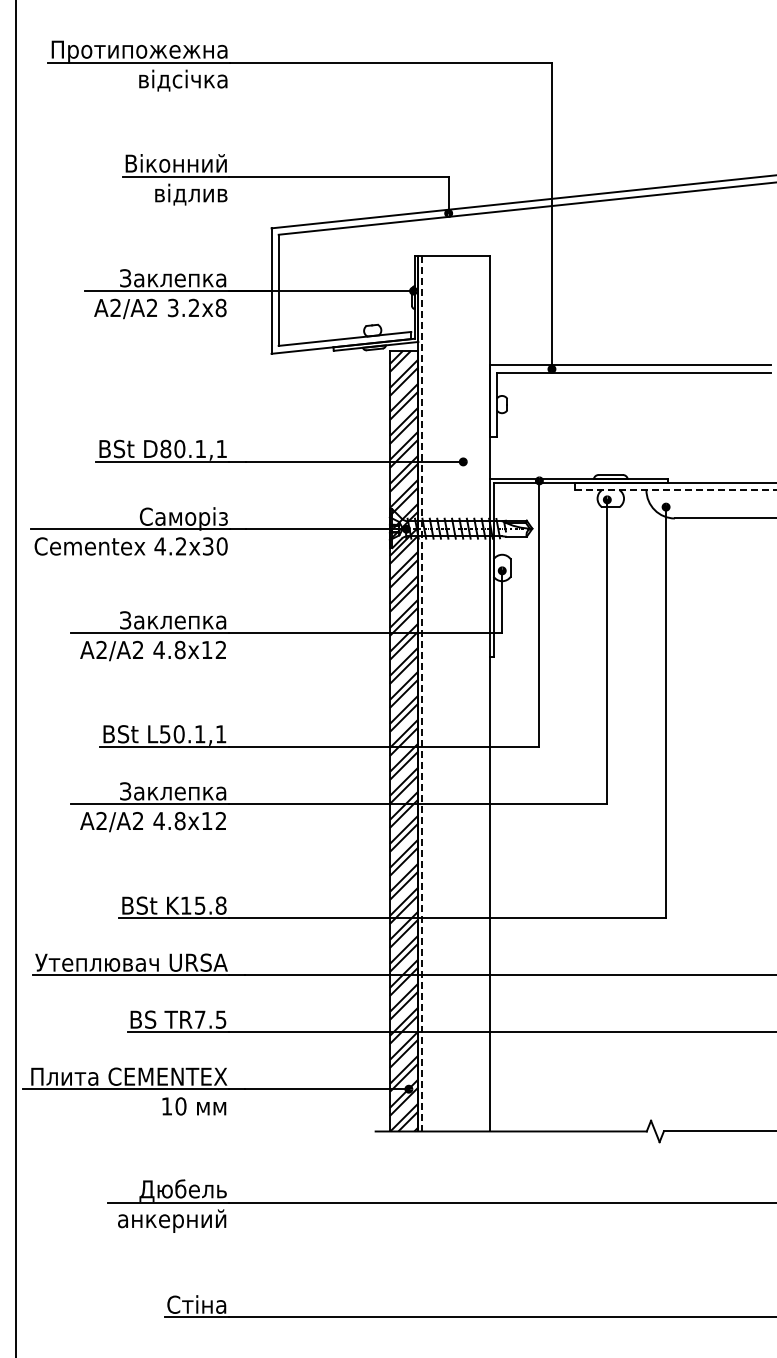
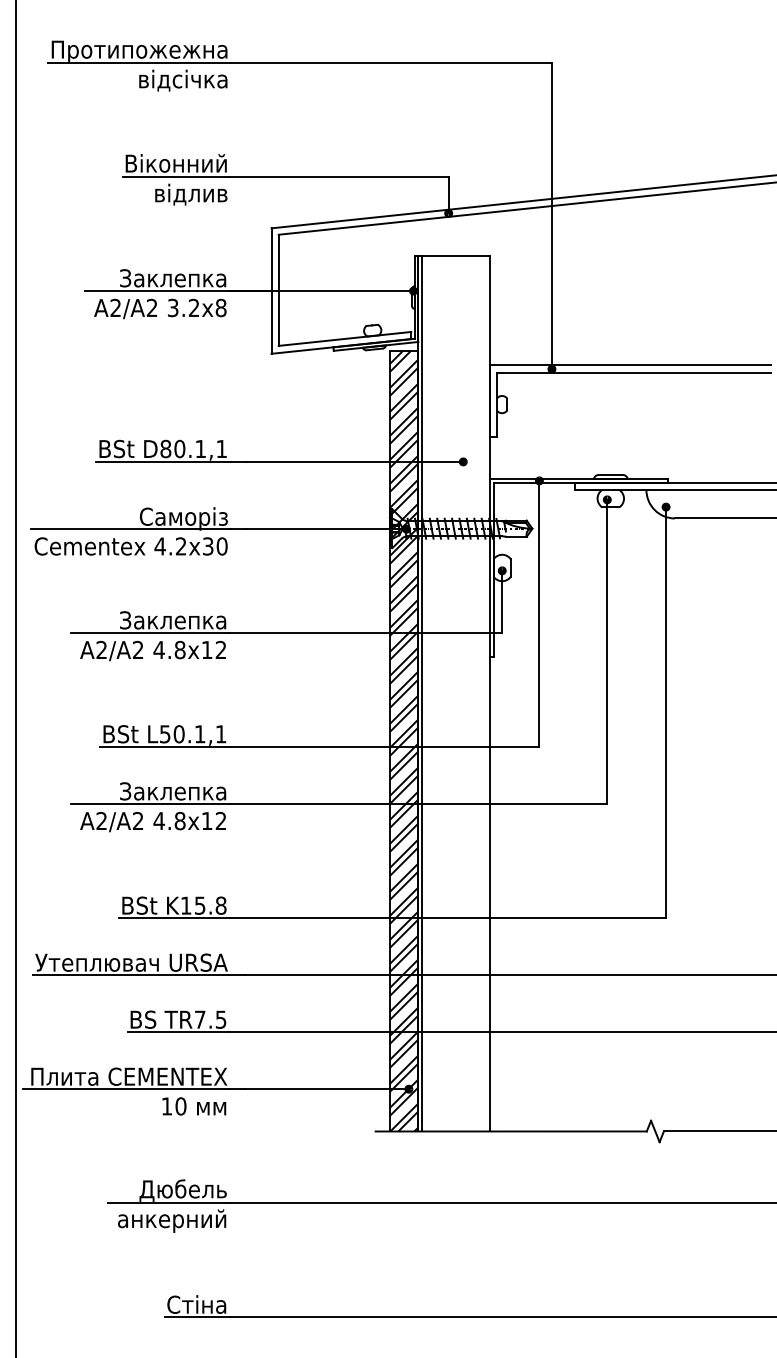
line at (675, 489): dashed -> solid
line at (422, 693): dashed -> solid
